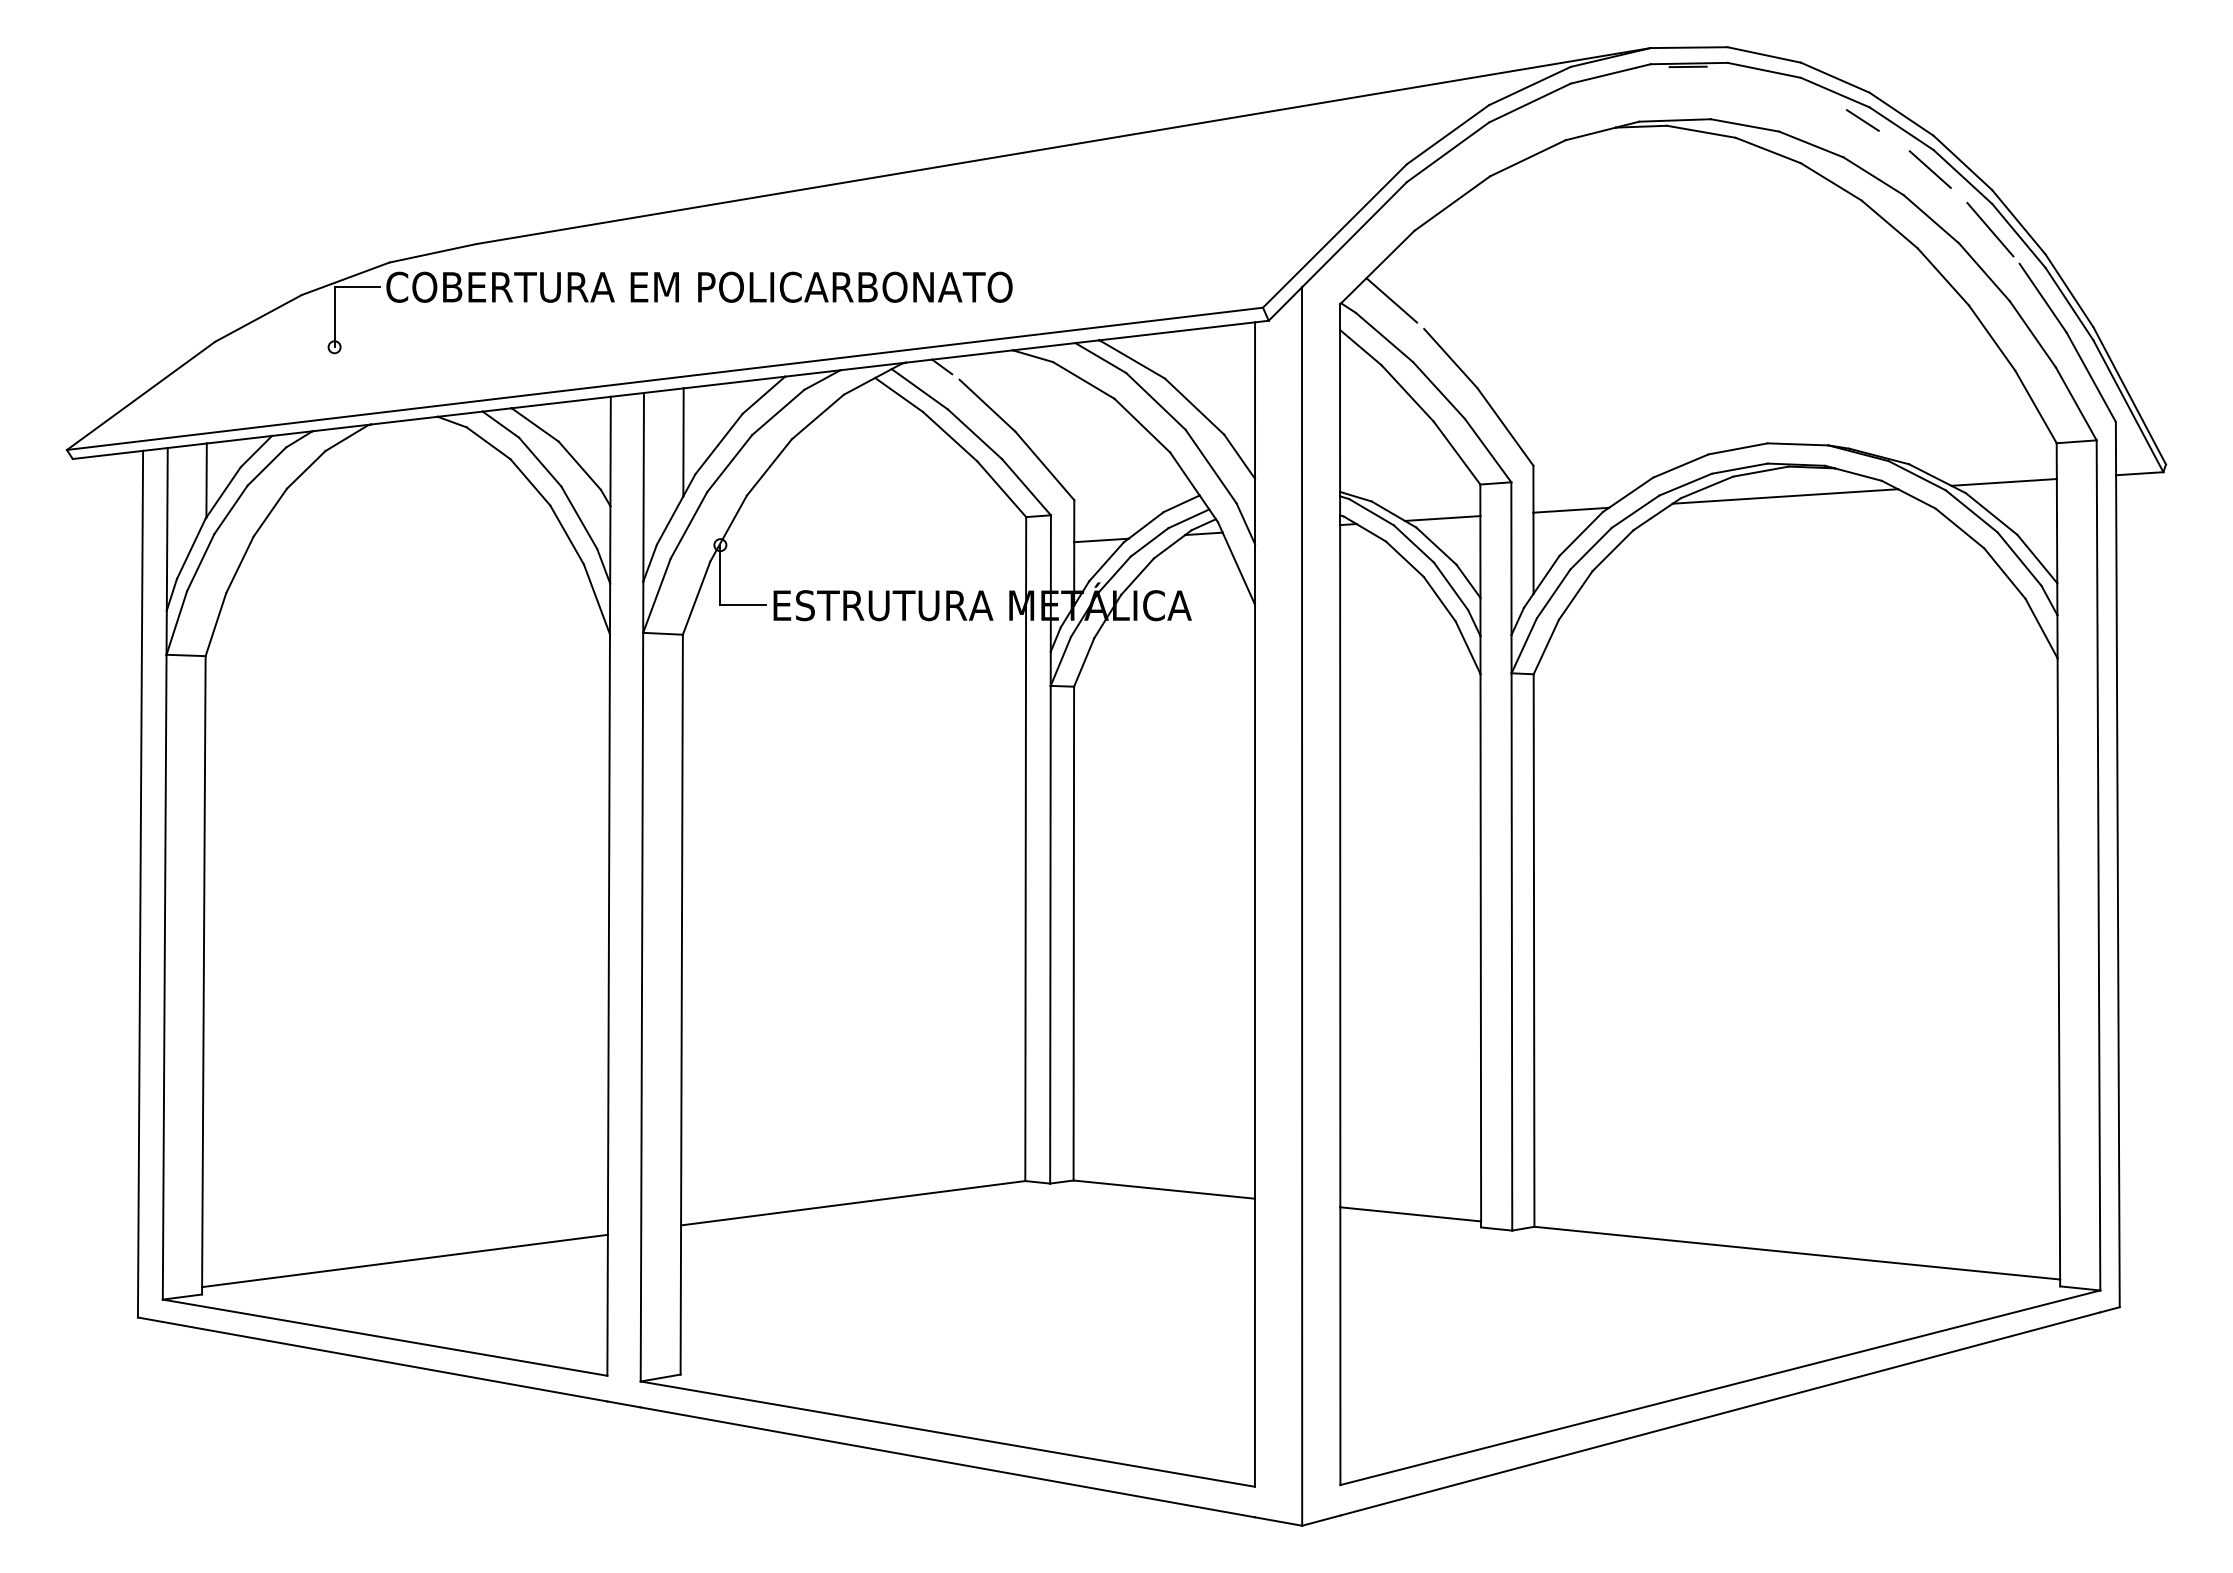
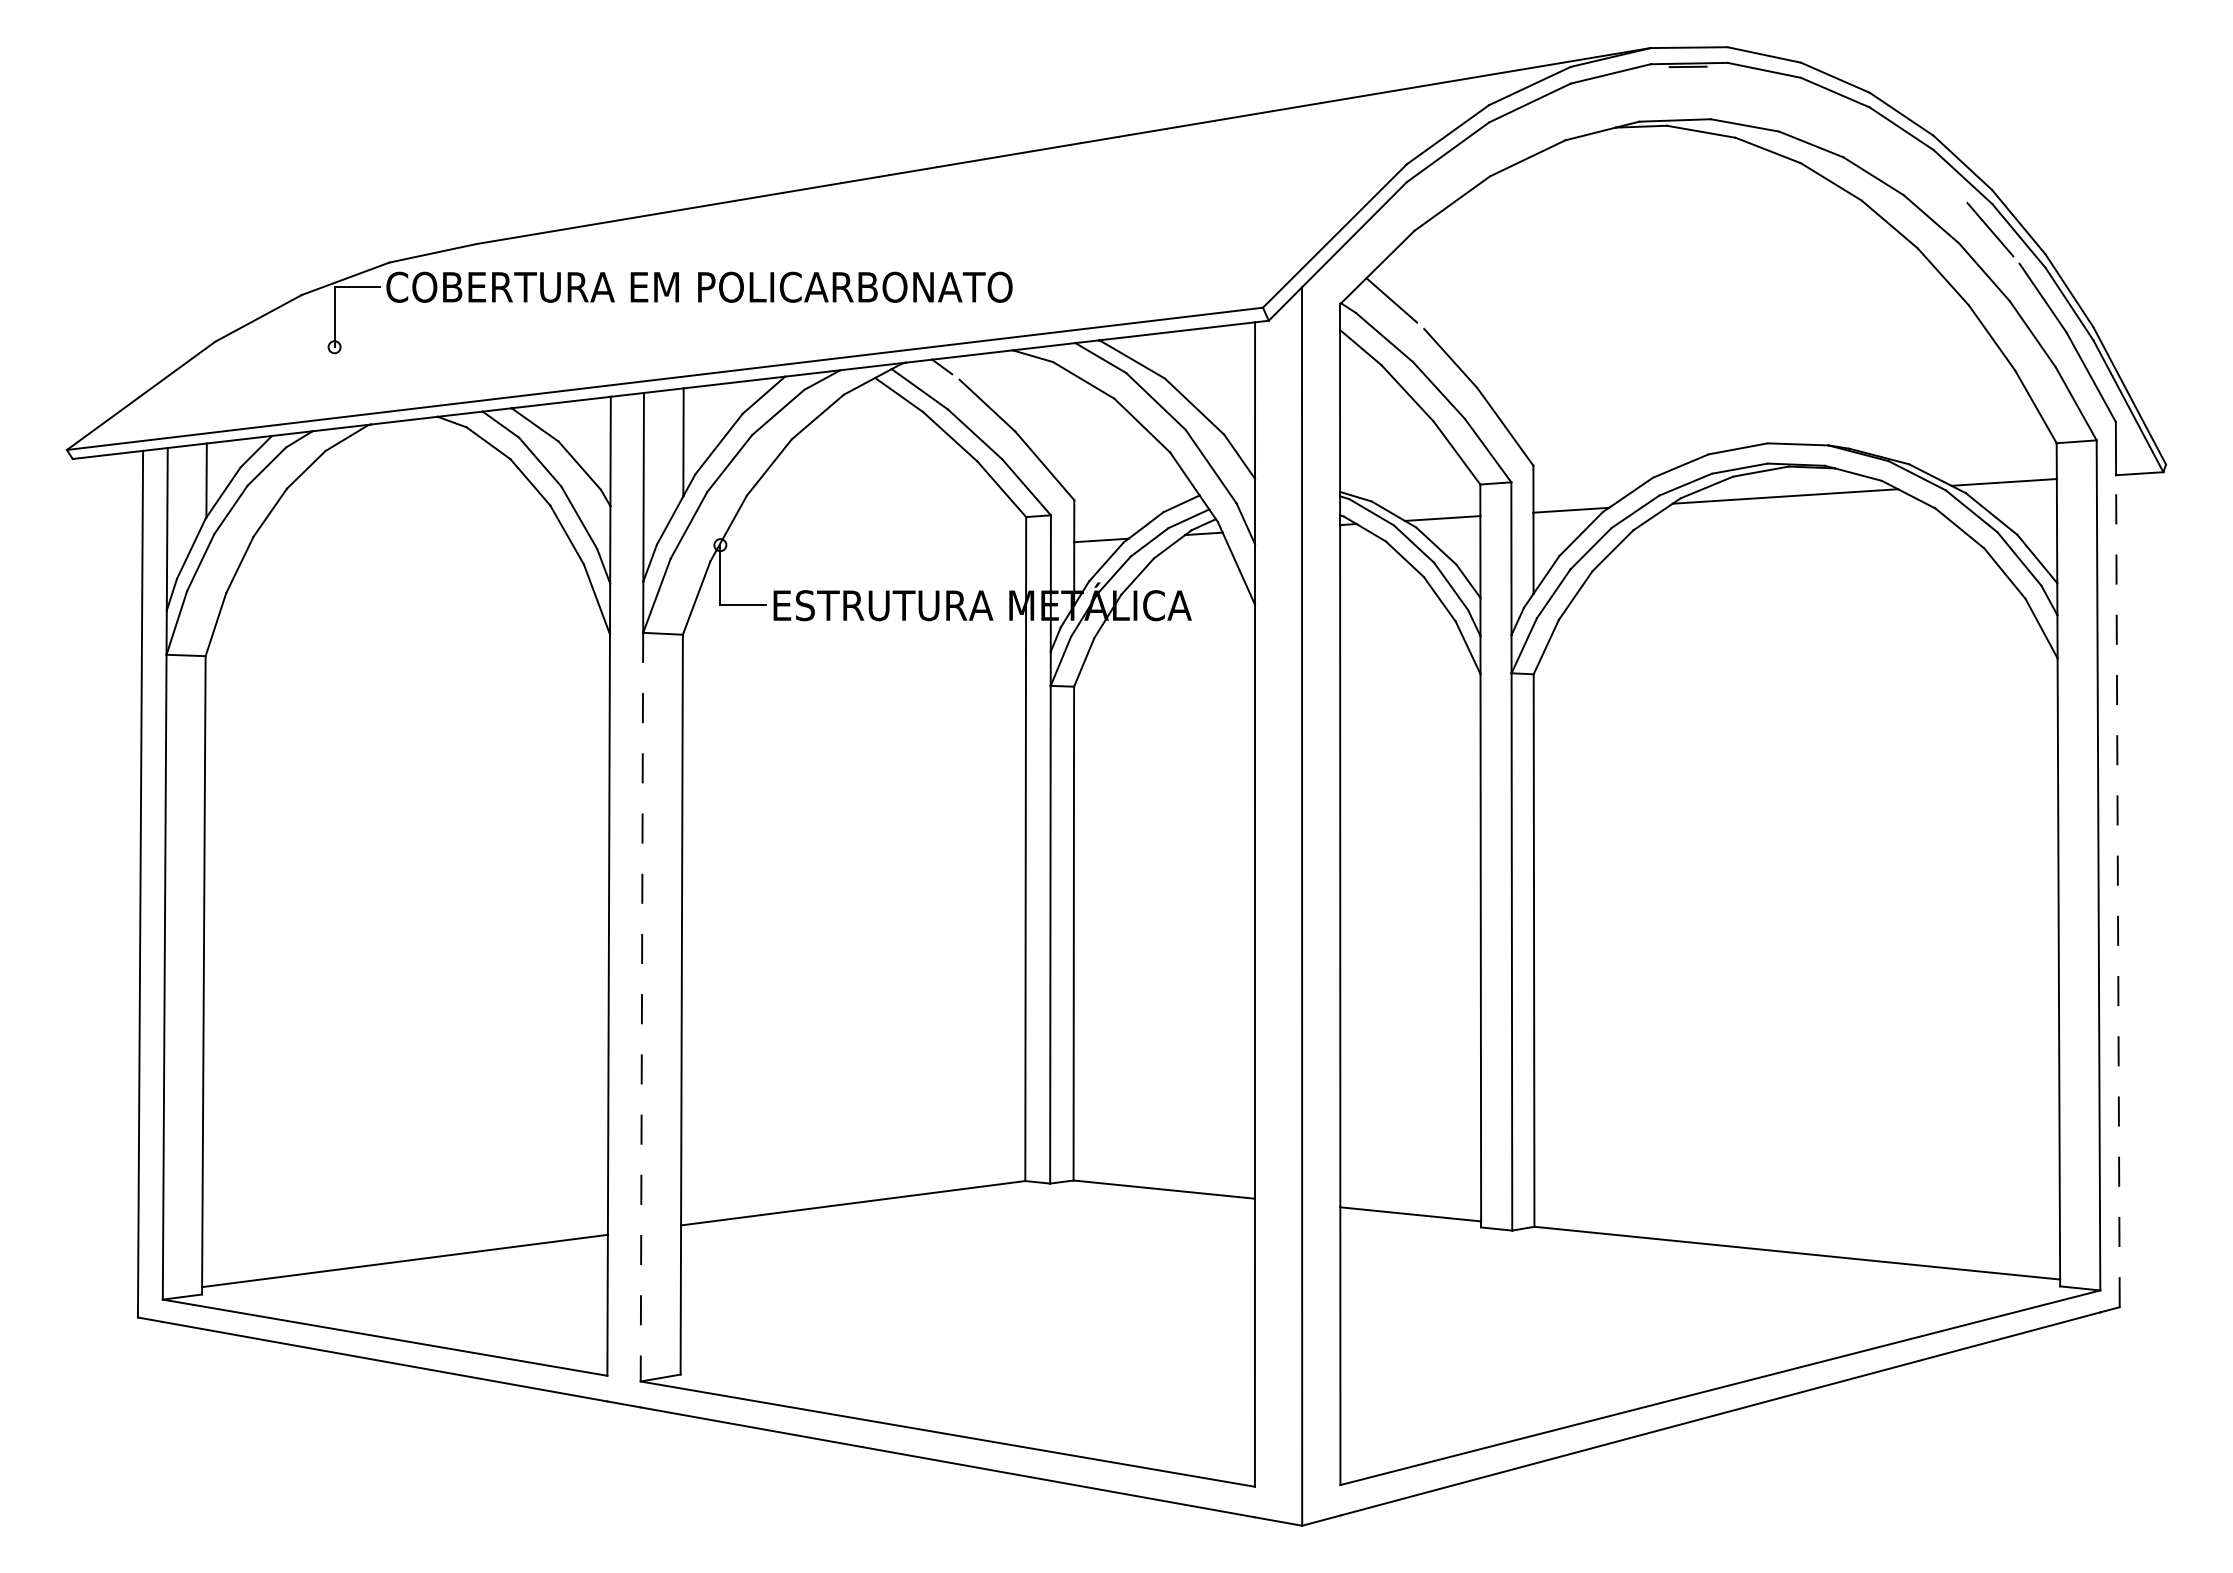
line at (1862, 120): present -> none
line at (1929, 169): present -> none
line at (2117, 891): solid -> dashed
line at (641, 1007): solid -> dashed
